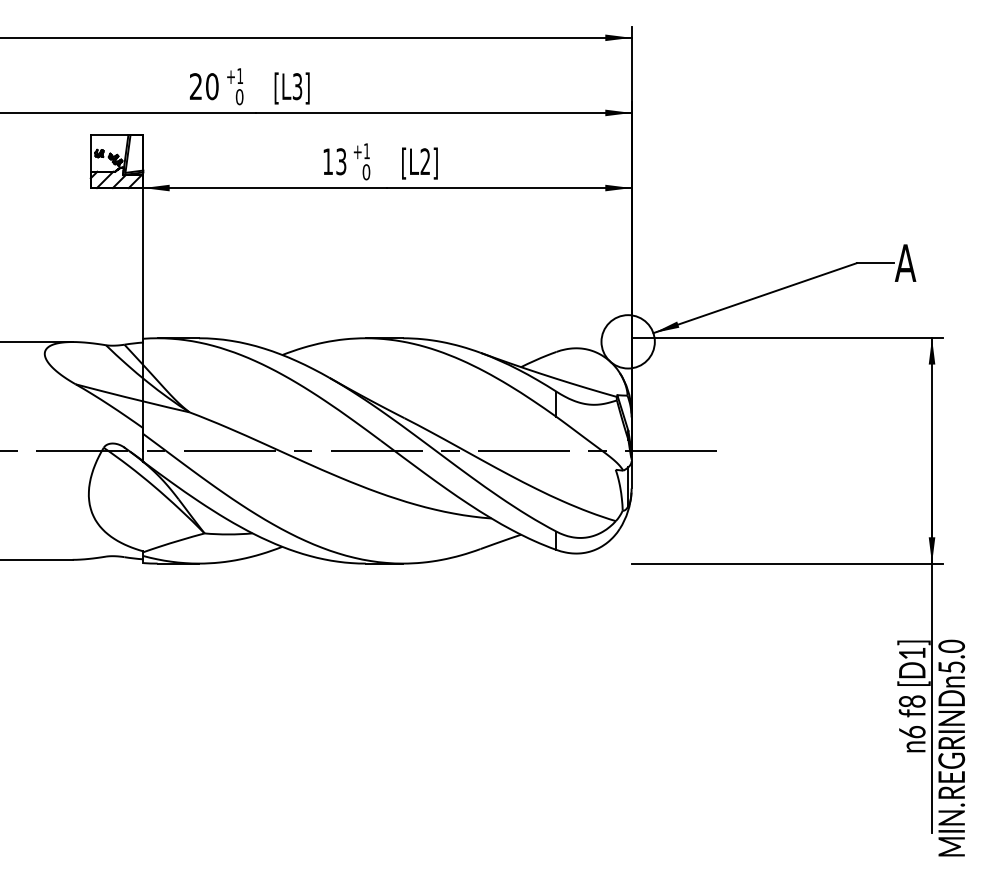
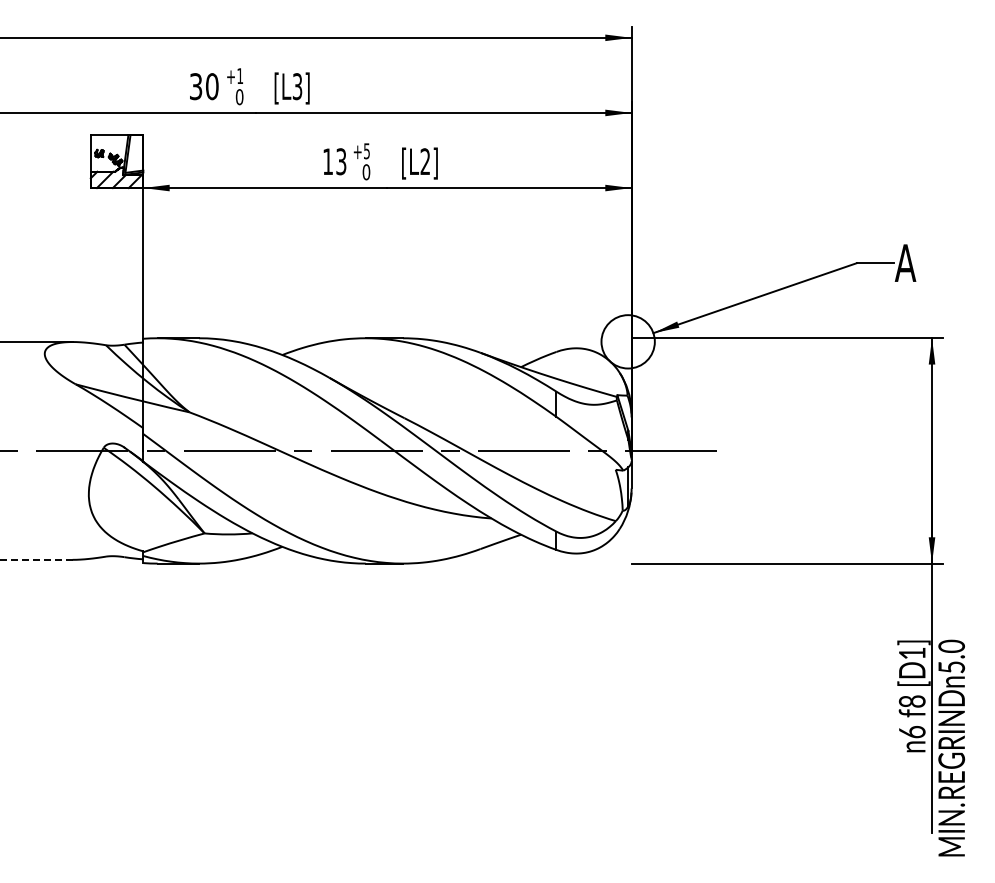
text at (196, 86): 20 -> 30
text at (366, 151): +1 -> +5
line at (36, 559): solid -> dashed
